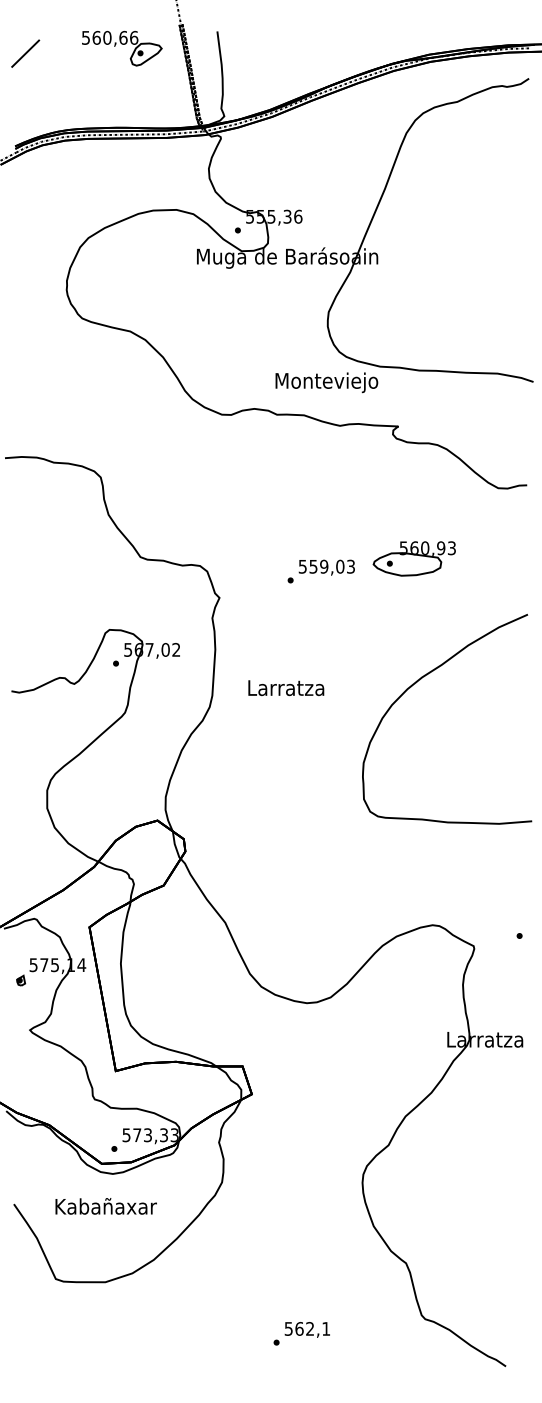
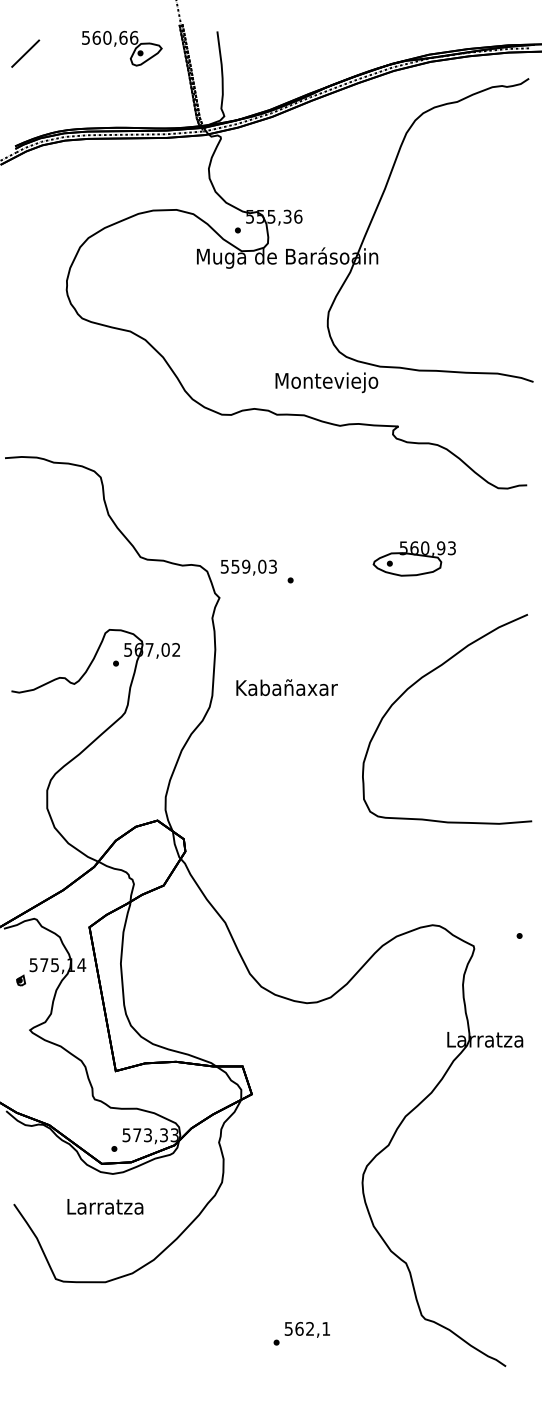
text at (326, 567) position: (326, 567) -> (248, 567)
text at (286, 687): Larratza -> Kabañaxar
text at (105, 1206): Kabañaxar -> Larratza
